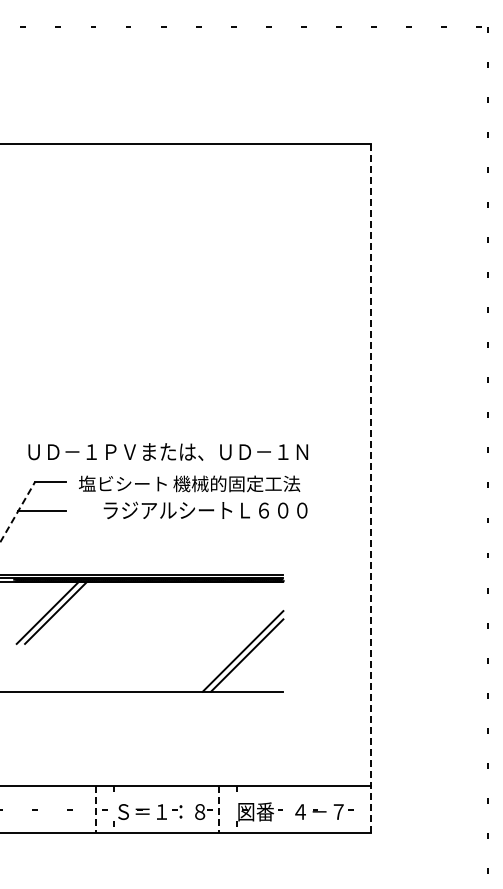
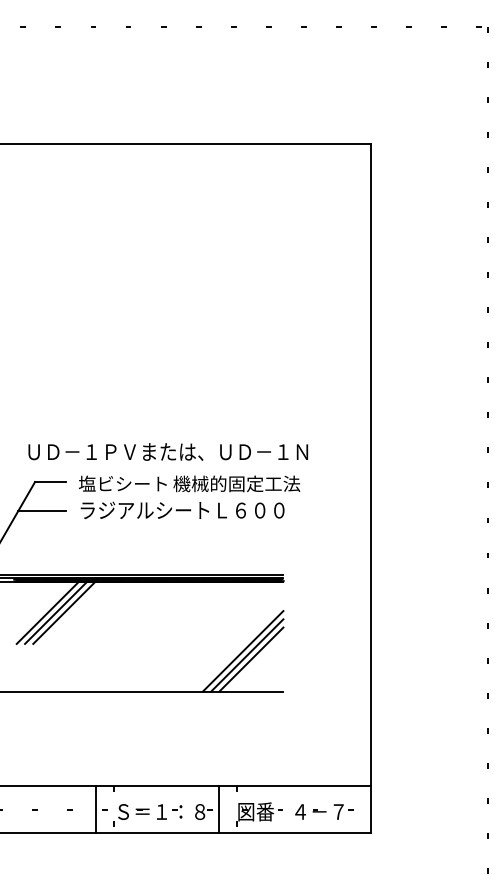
line at (371, 488): dashed -> solid
text at (205, 510) position: (205, 510) -> (182, 510)
line at (17, 512): dashed -> solid
line at (64, 612): none -> present
line at (251, 659): none -> present
line at (96, 810): dashed -> solid
line at (219, 810): dashed -> solid
